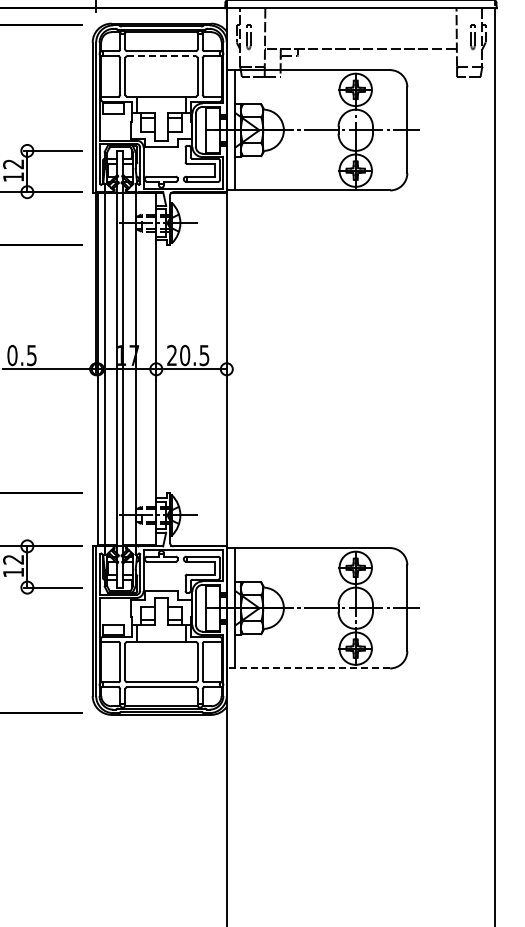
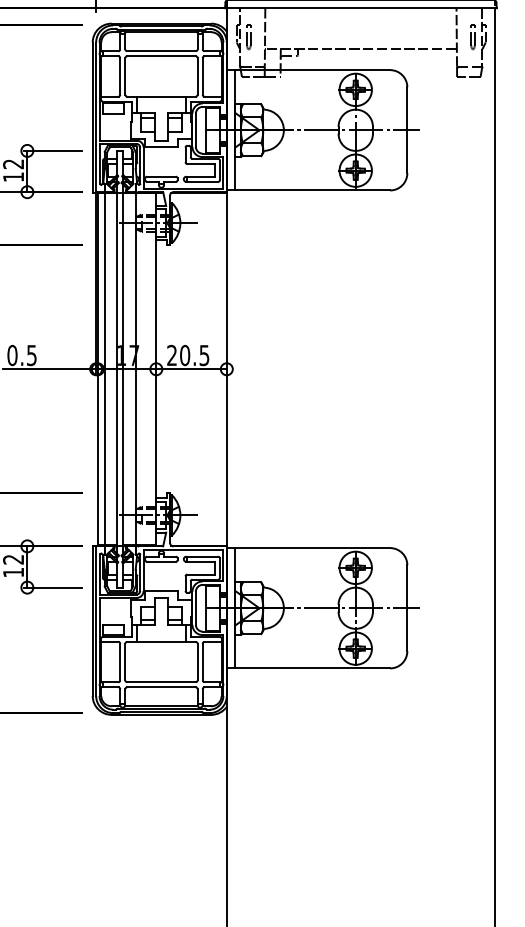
line at (161, 56): dashed -> solid
line at (308, 668): dashed -> solid
